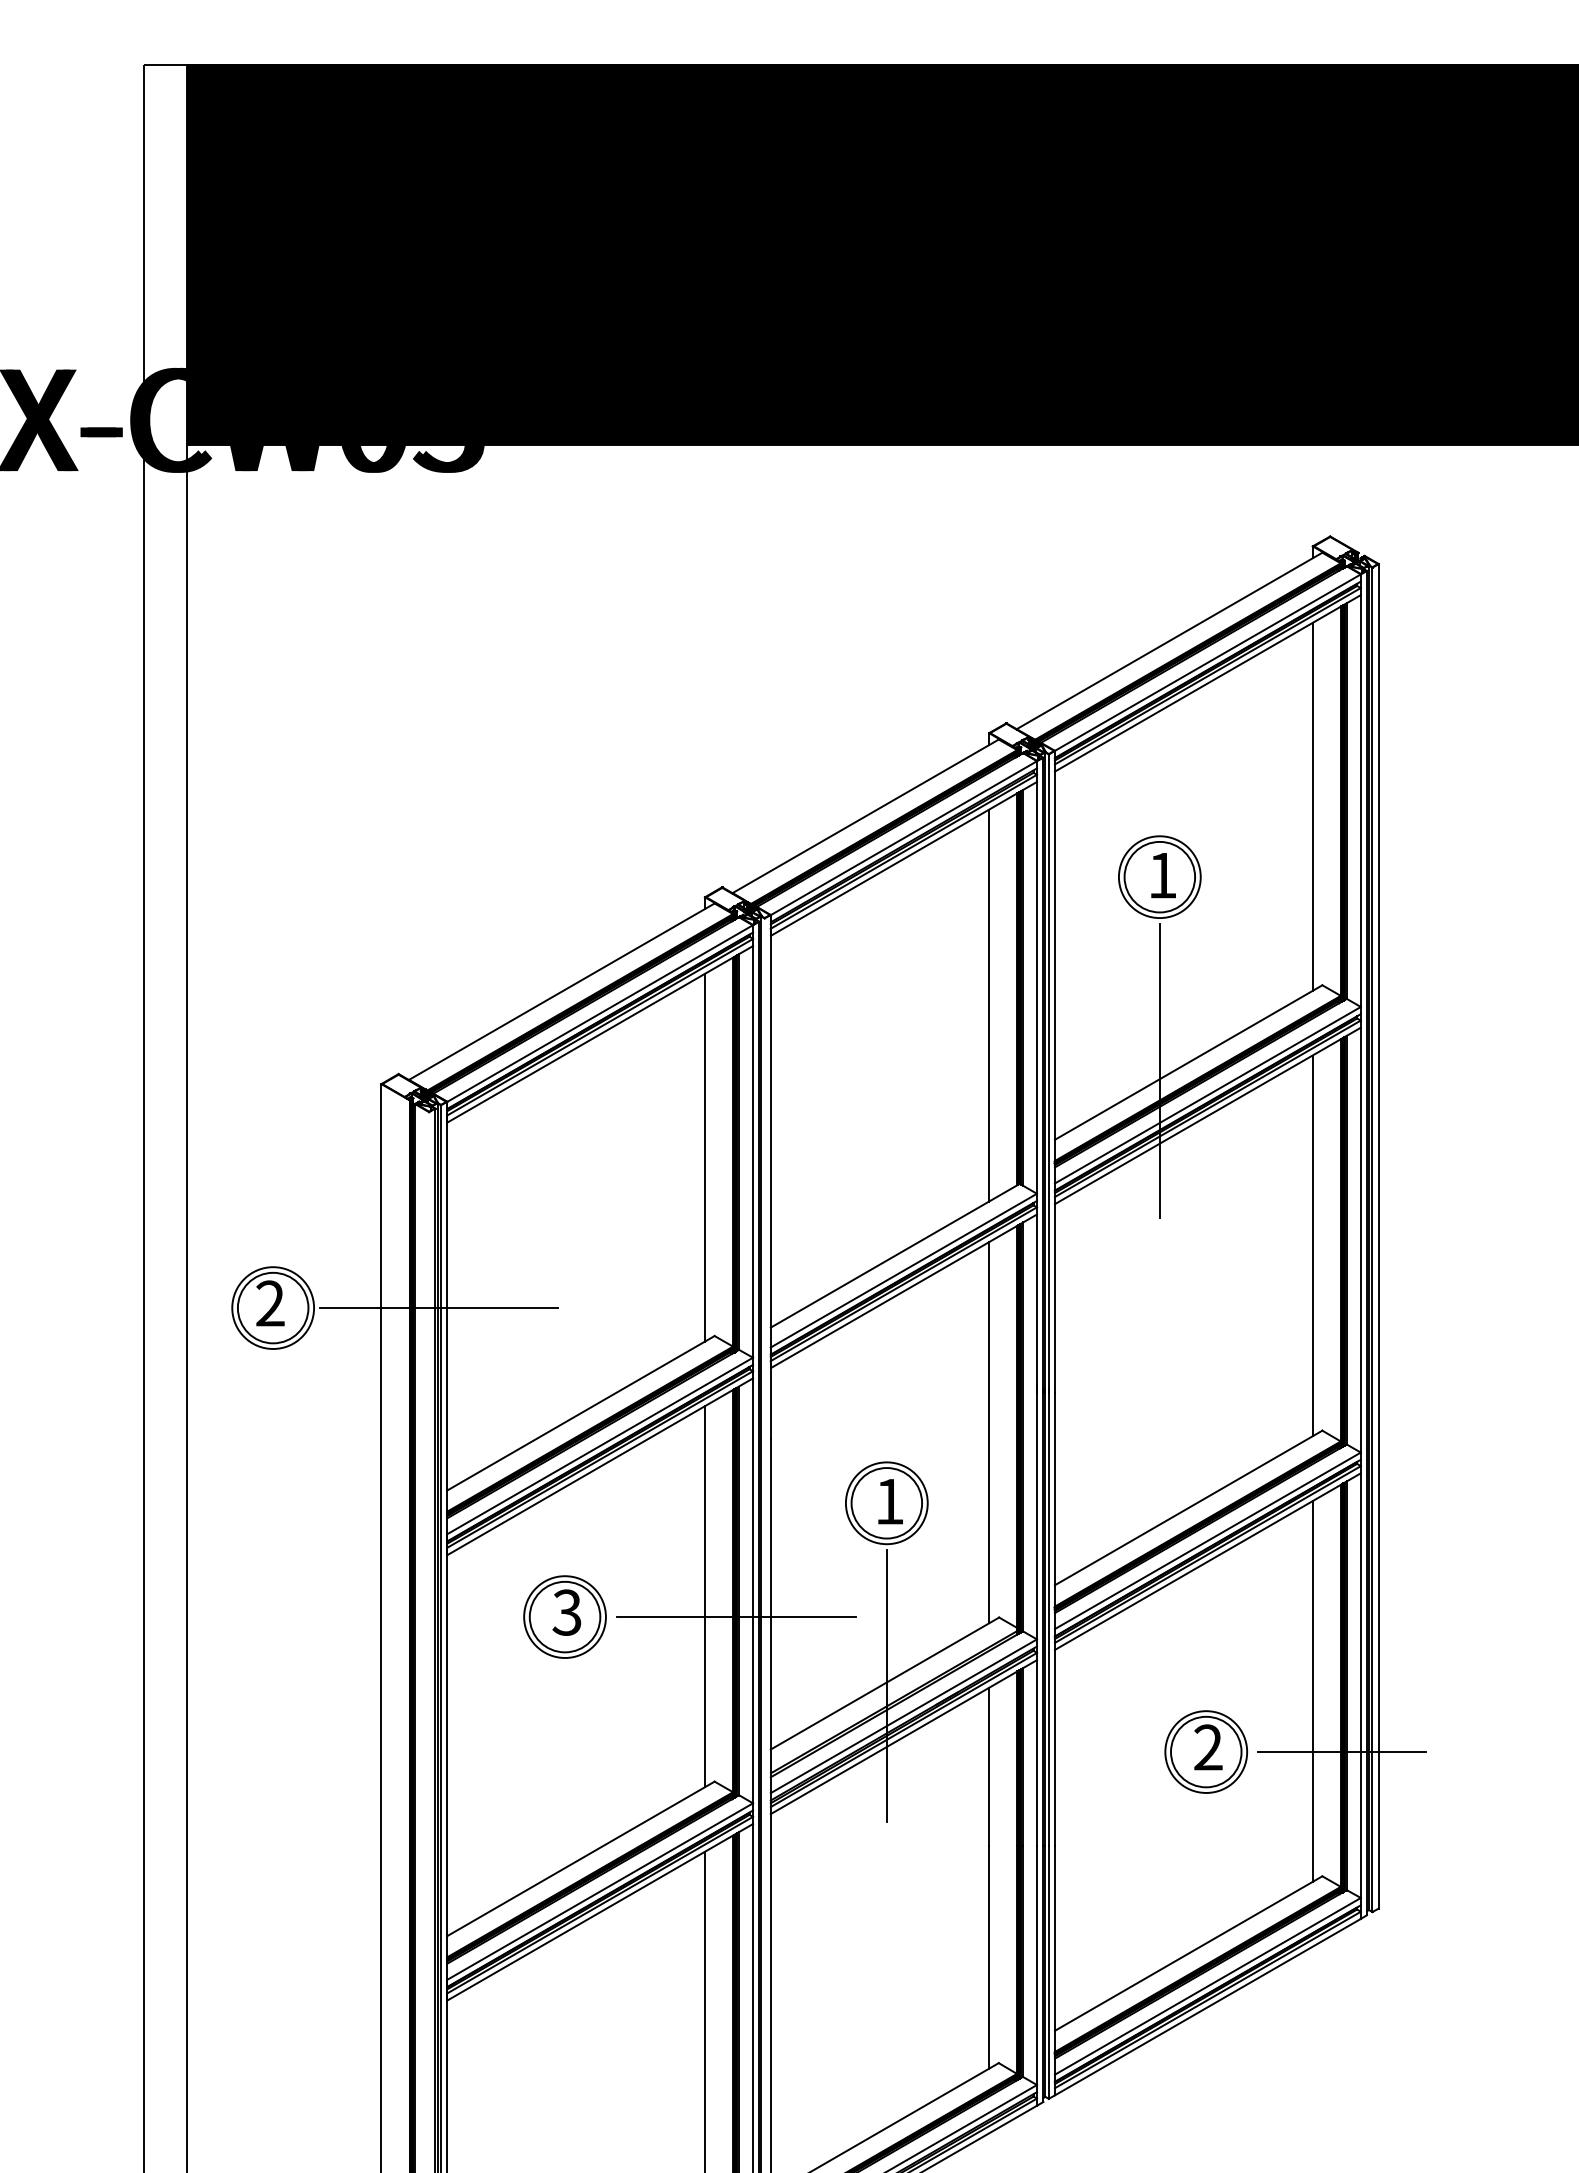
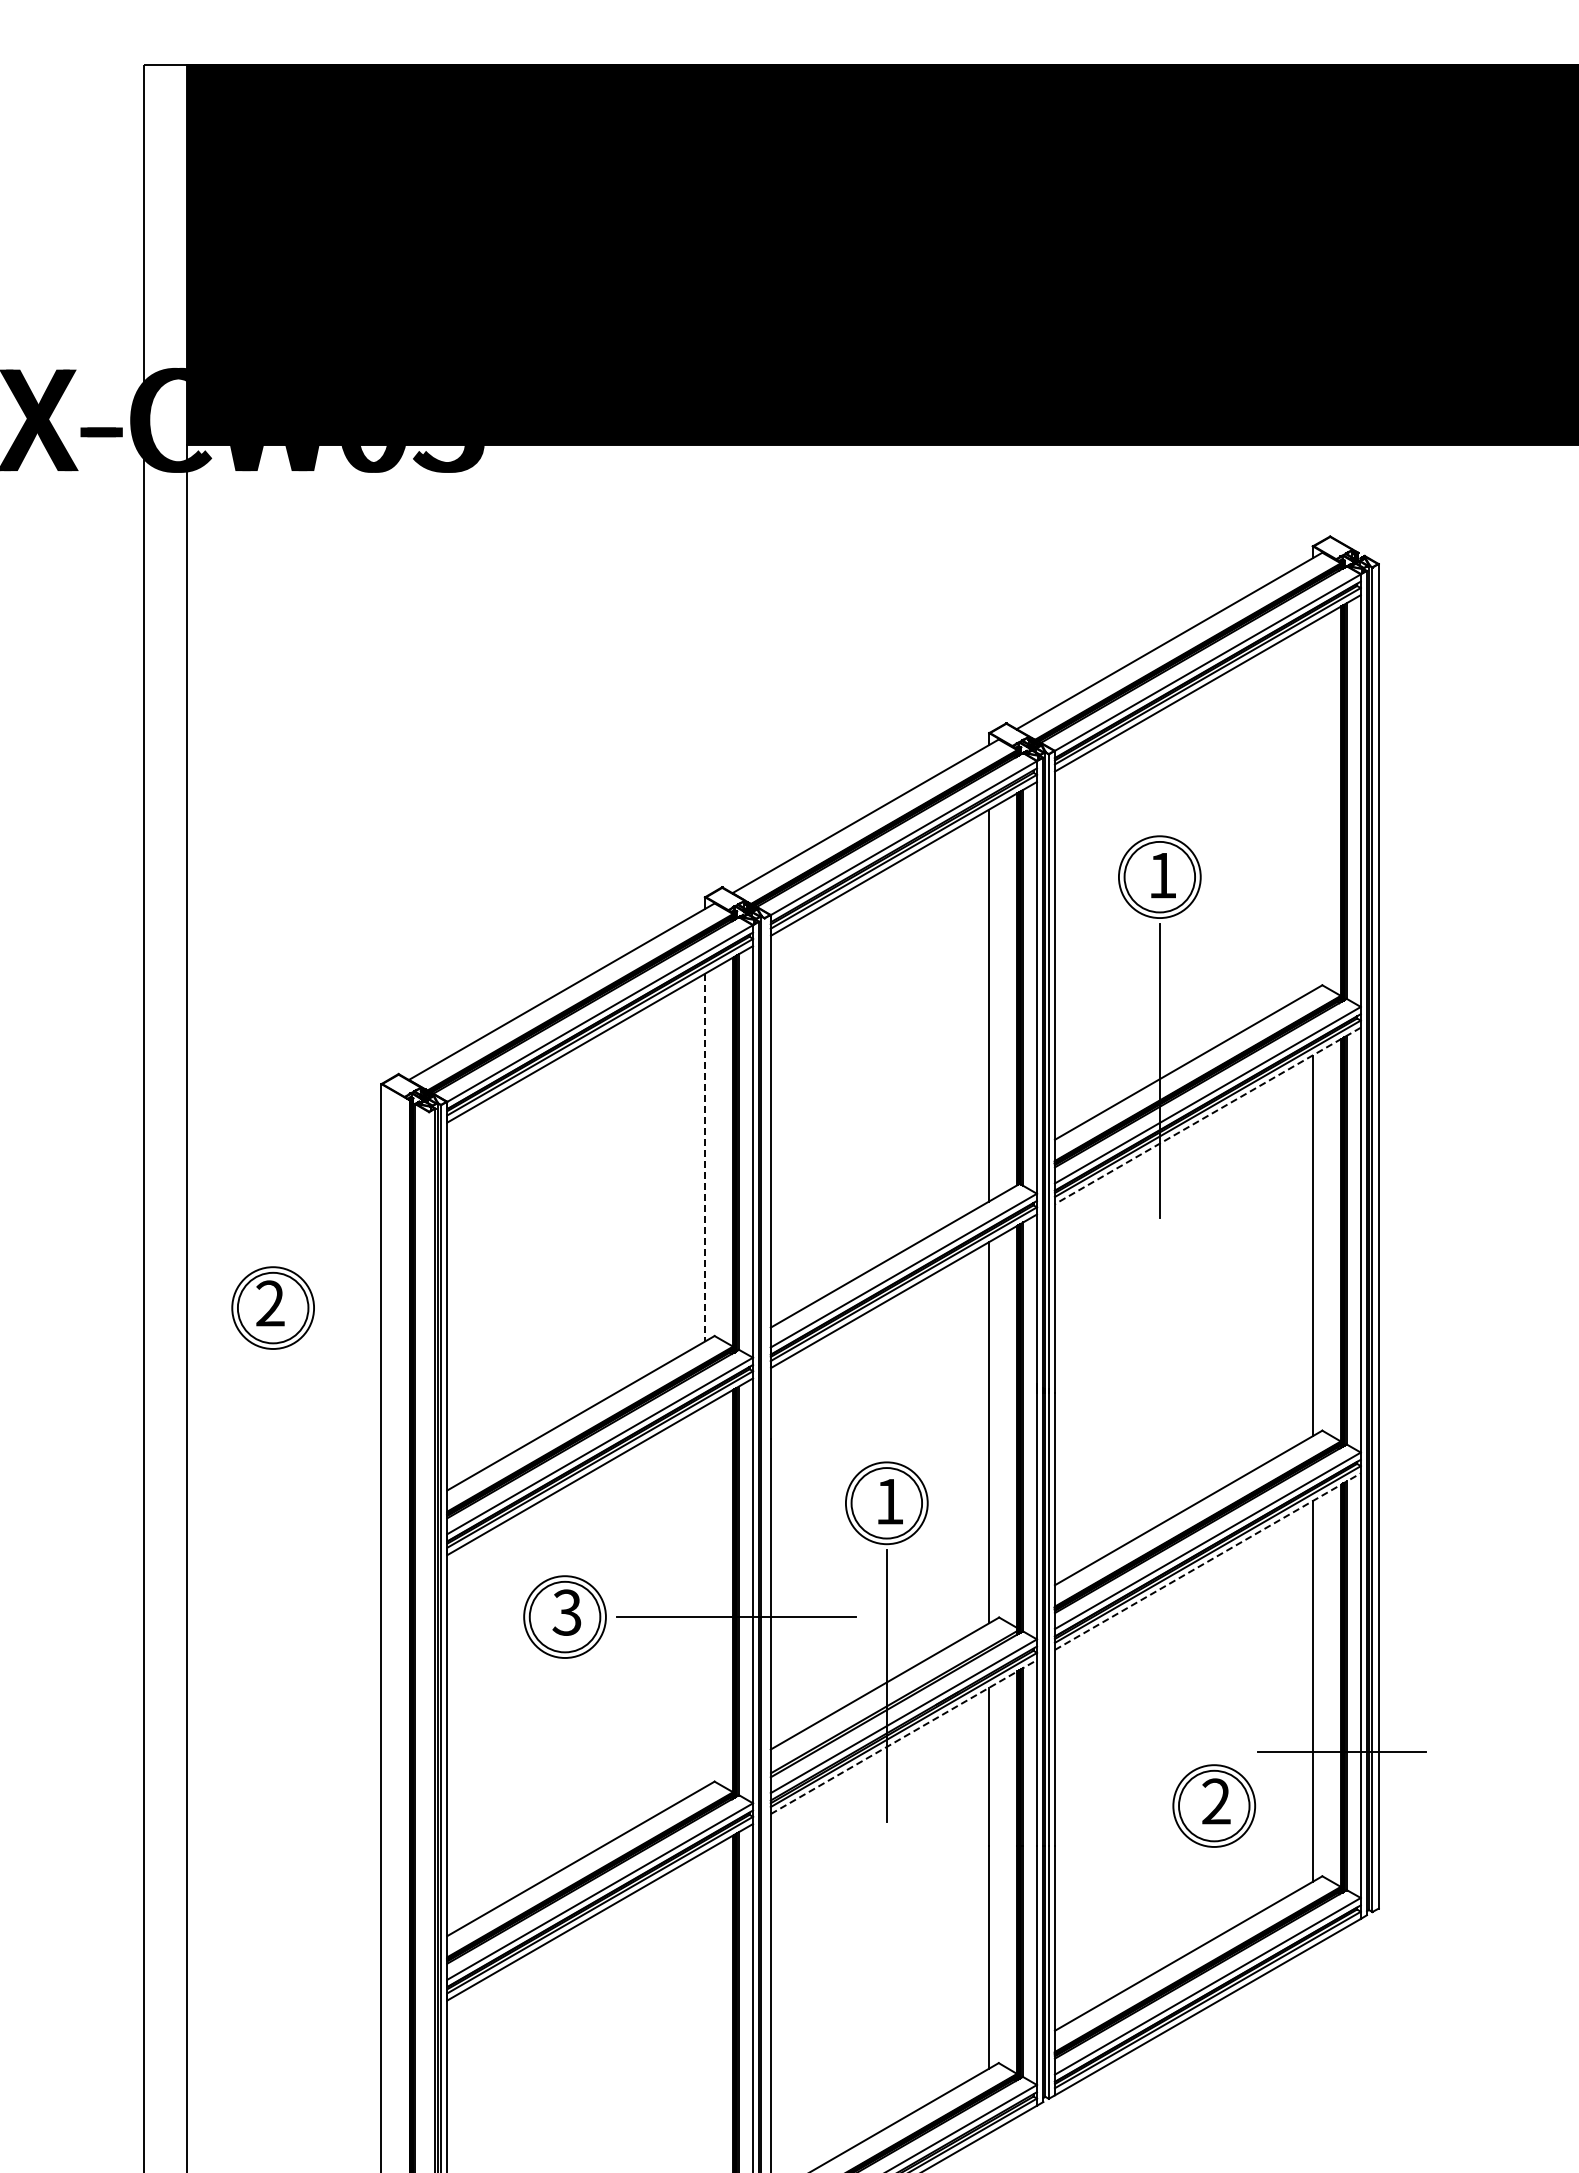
line at (1312, 806): present -> none
line at (1207, 1115): solid -> dashed
line at (704, 1157): solid -> dashed
line at (438, 1308): present -> none
line at (1207, 1561): solid -> dashed
line at (704, 1596): present -> none
line at (903, 1737): solid -> dashed
part at (1206, 1751) position: (1206, 1751) -> (1214, 1805)
line at (704, 2010): present -> none
